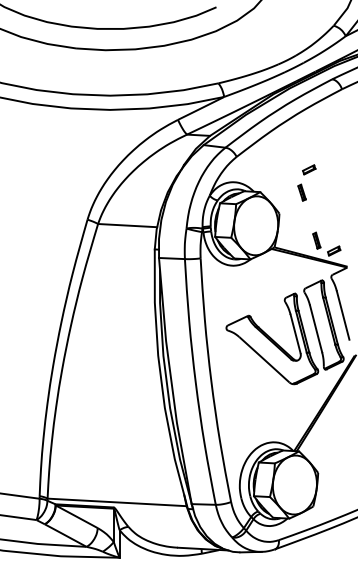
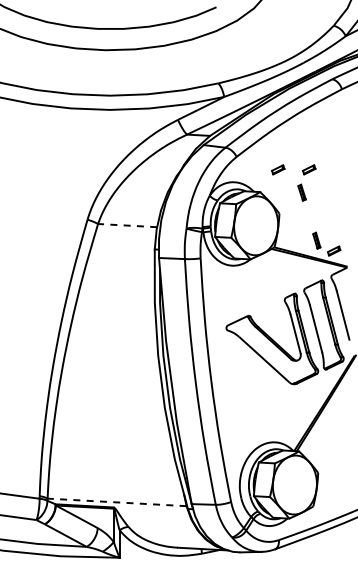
part at (278, 169): none -> present
line at (127, 225): solid -> dashed
line at (117, 502): solid -> dashed
